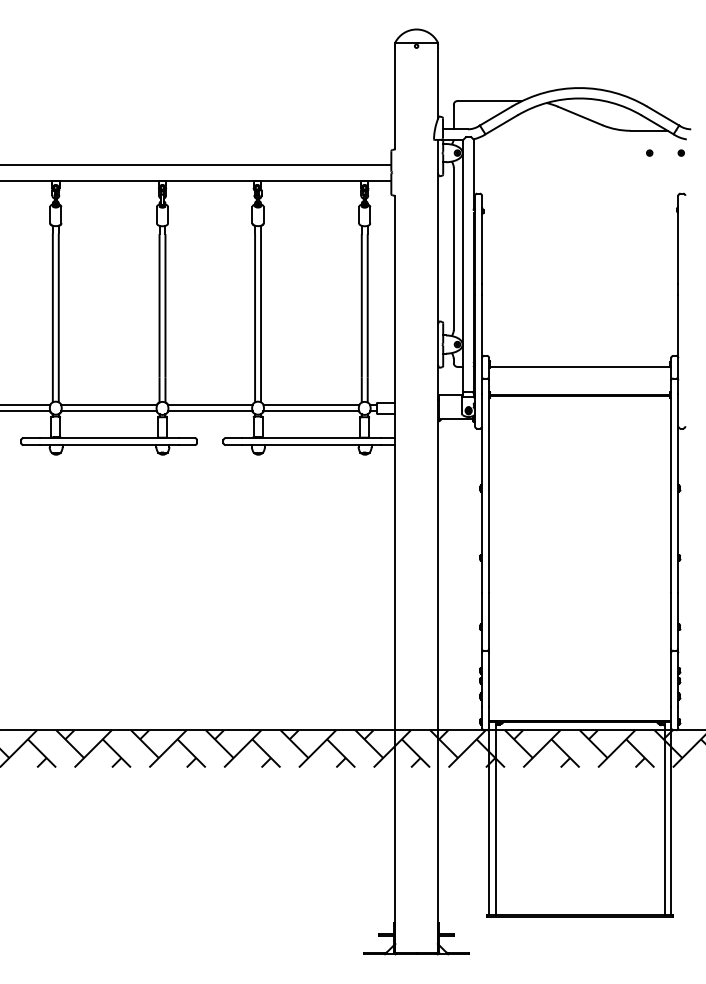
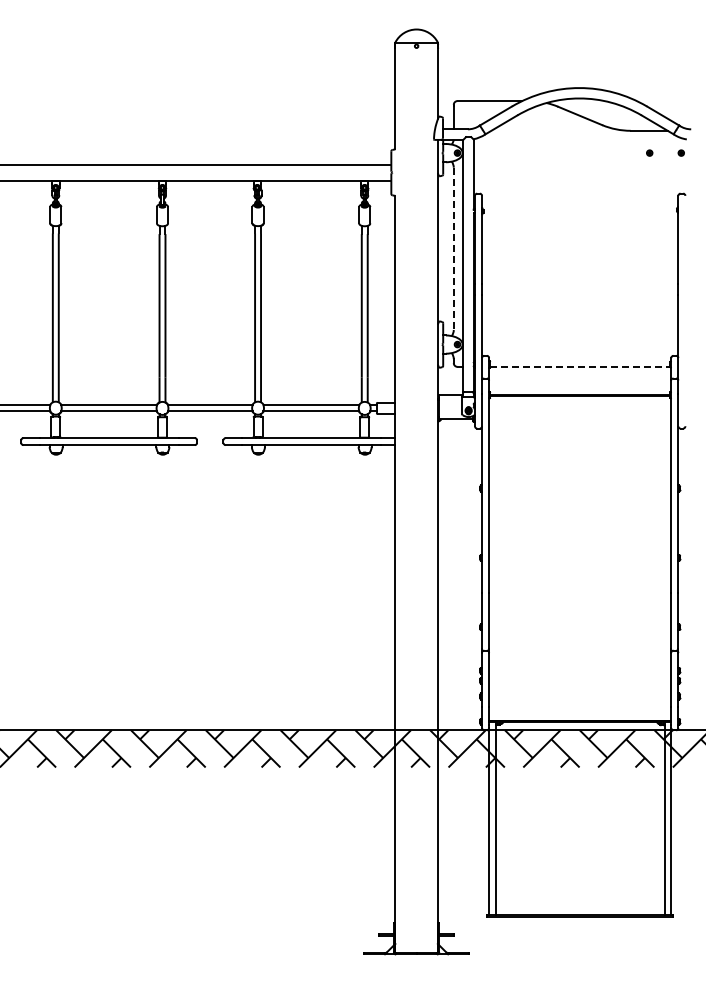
line at (453, 249): solid -> dashed
line at (580, 366): solid -> dashed
